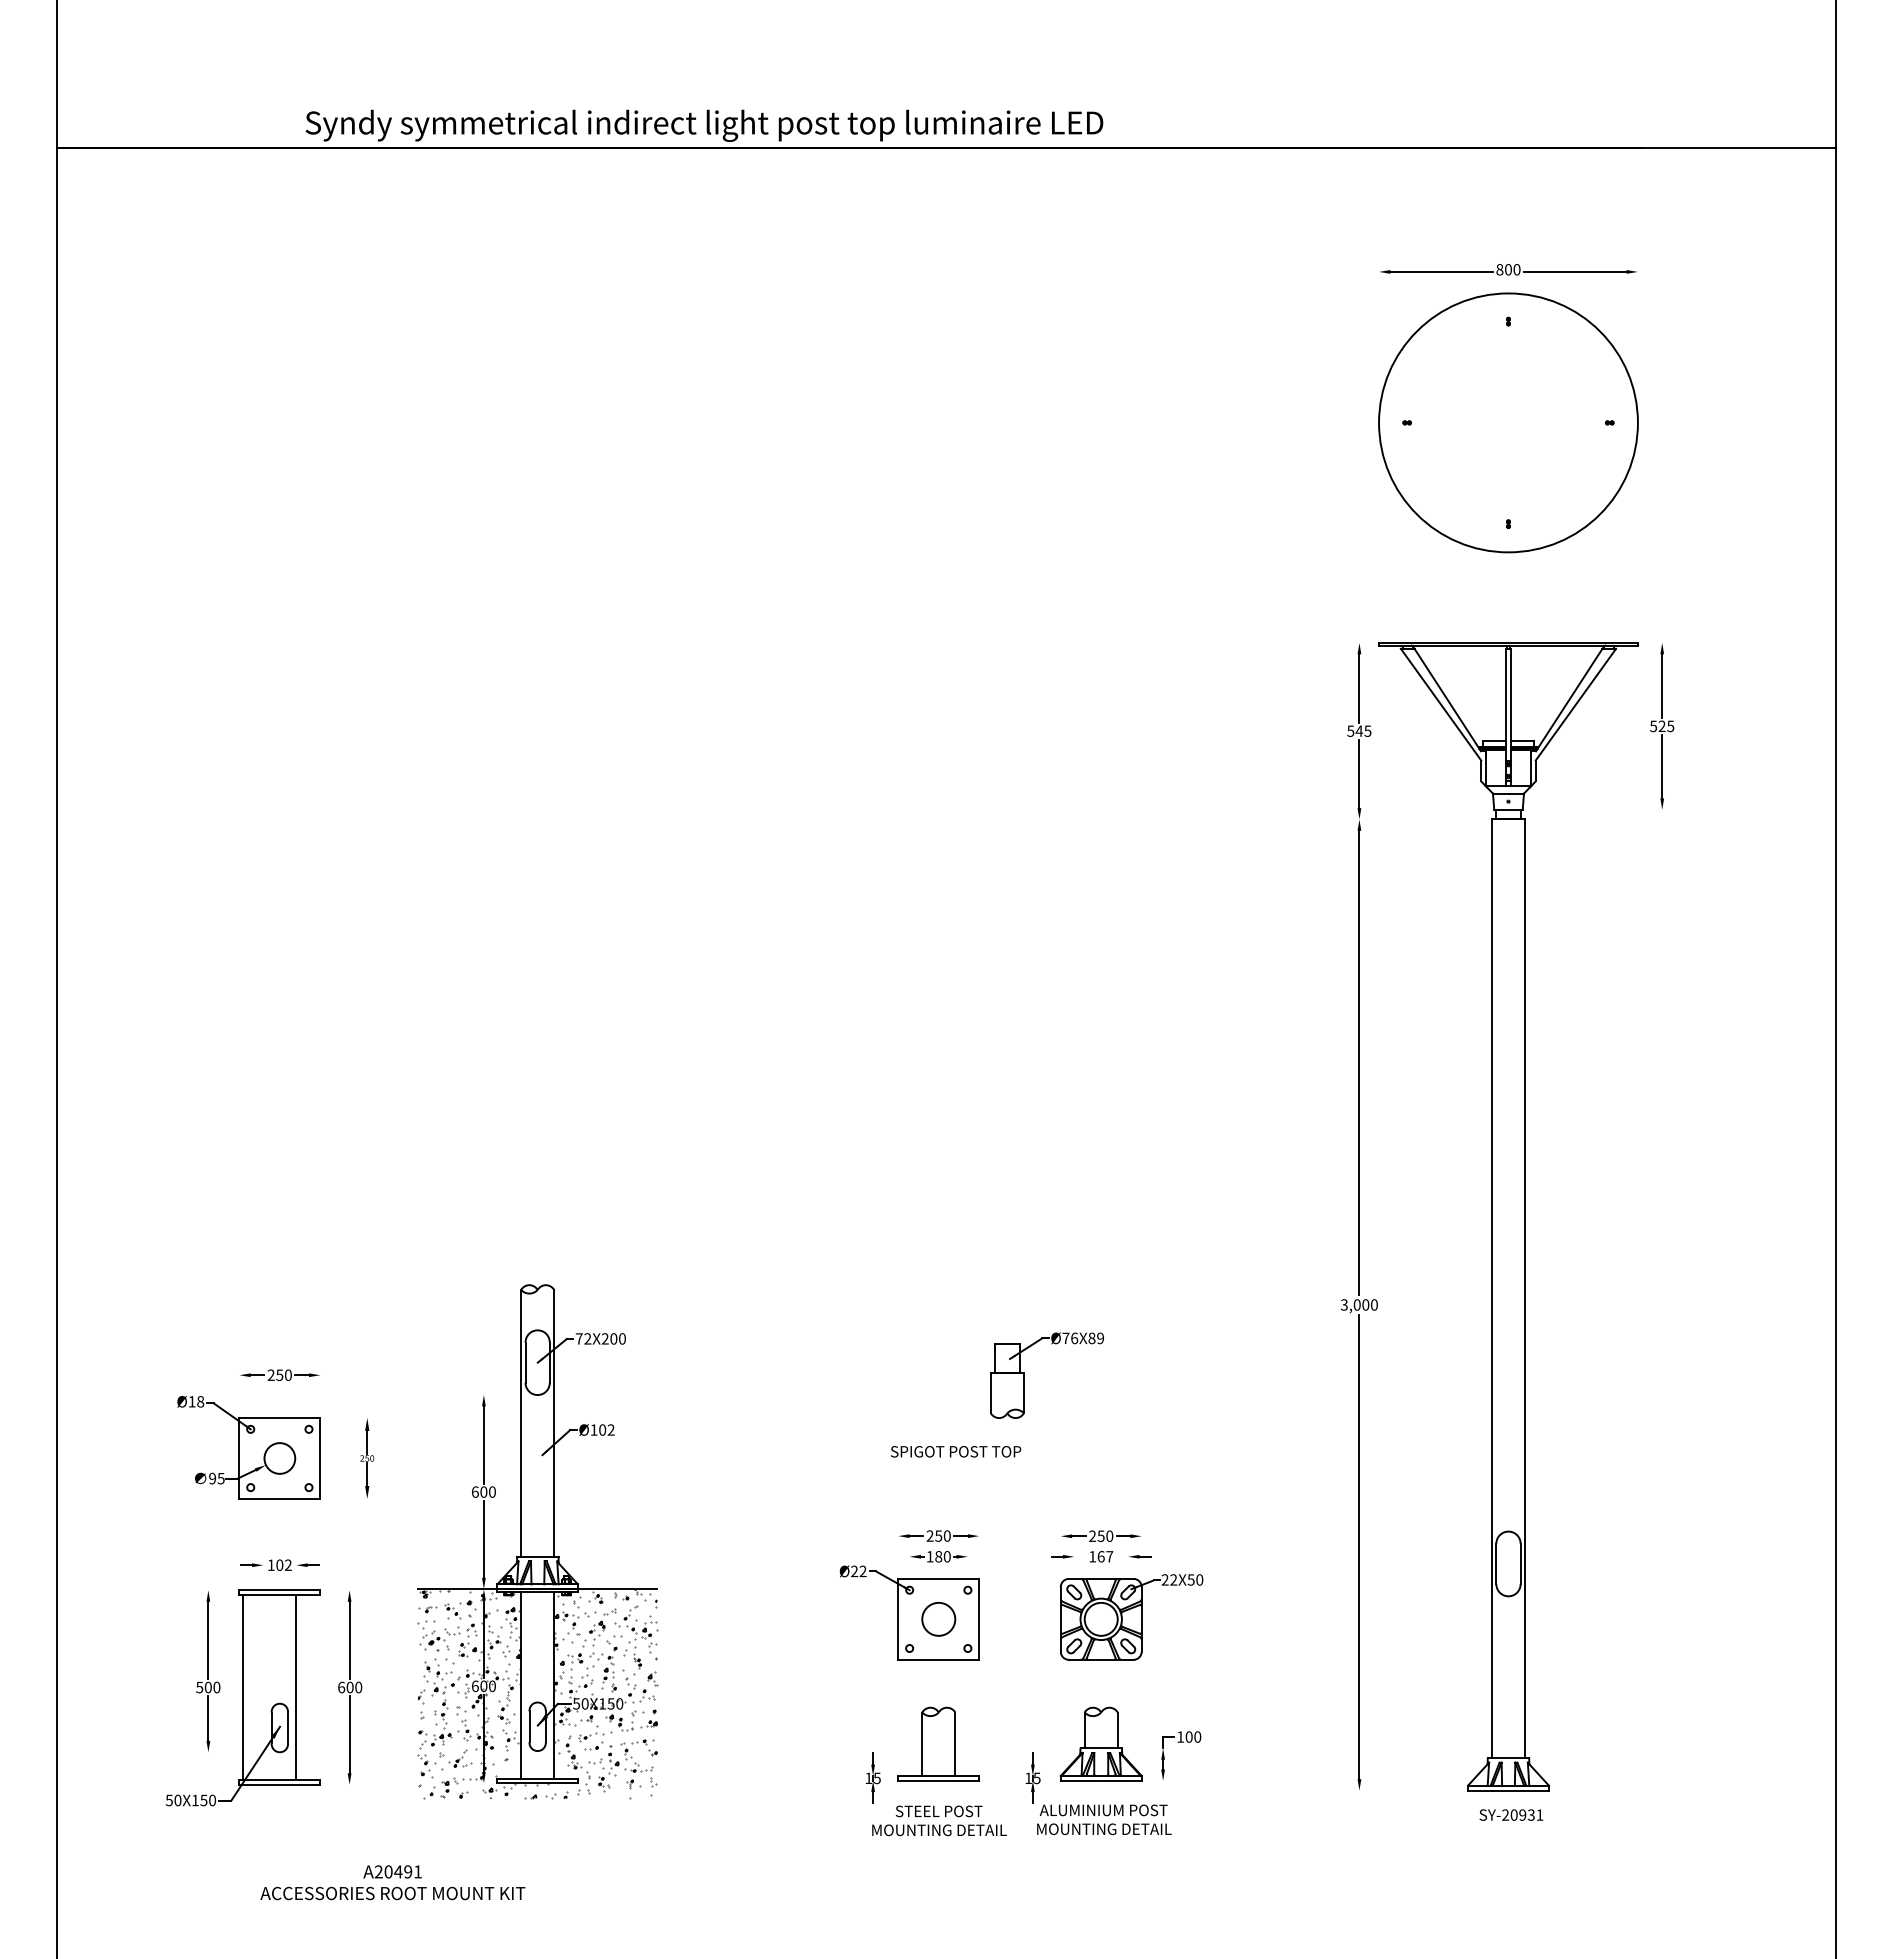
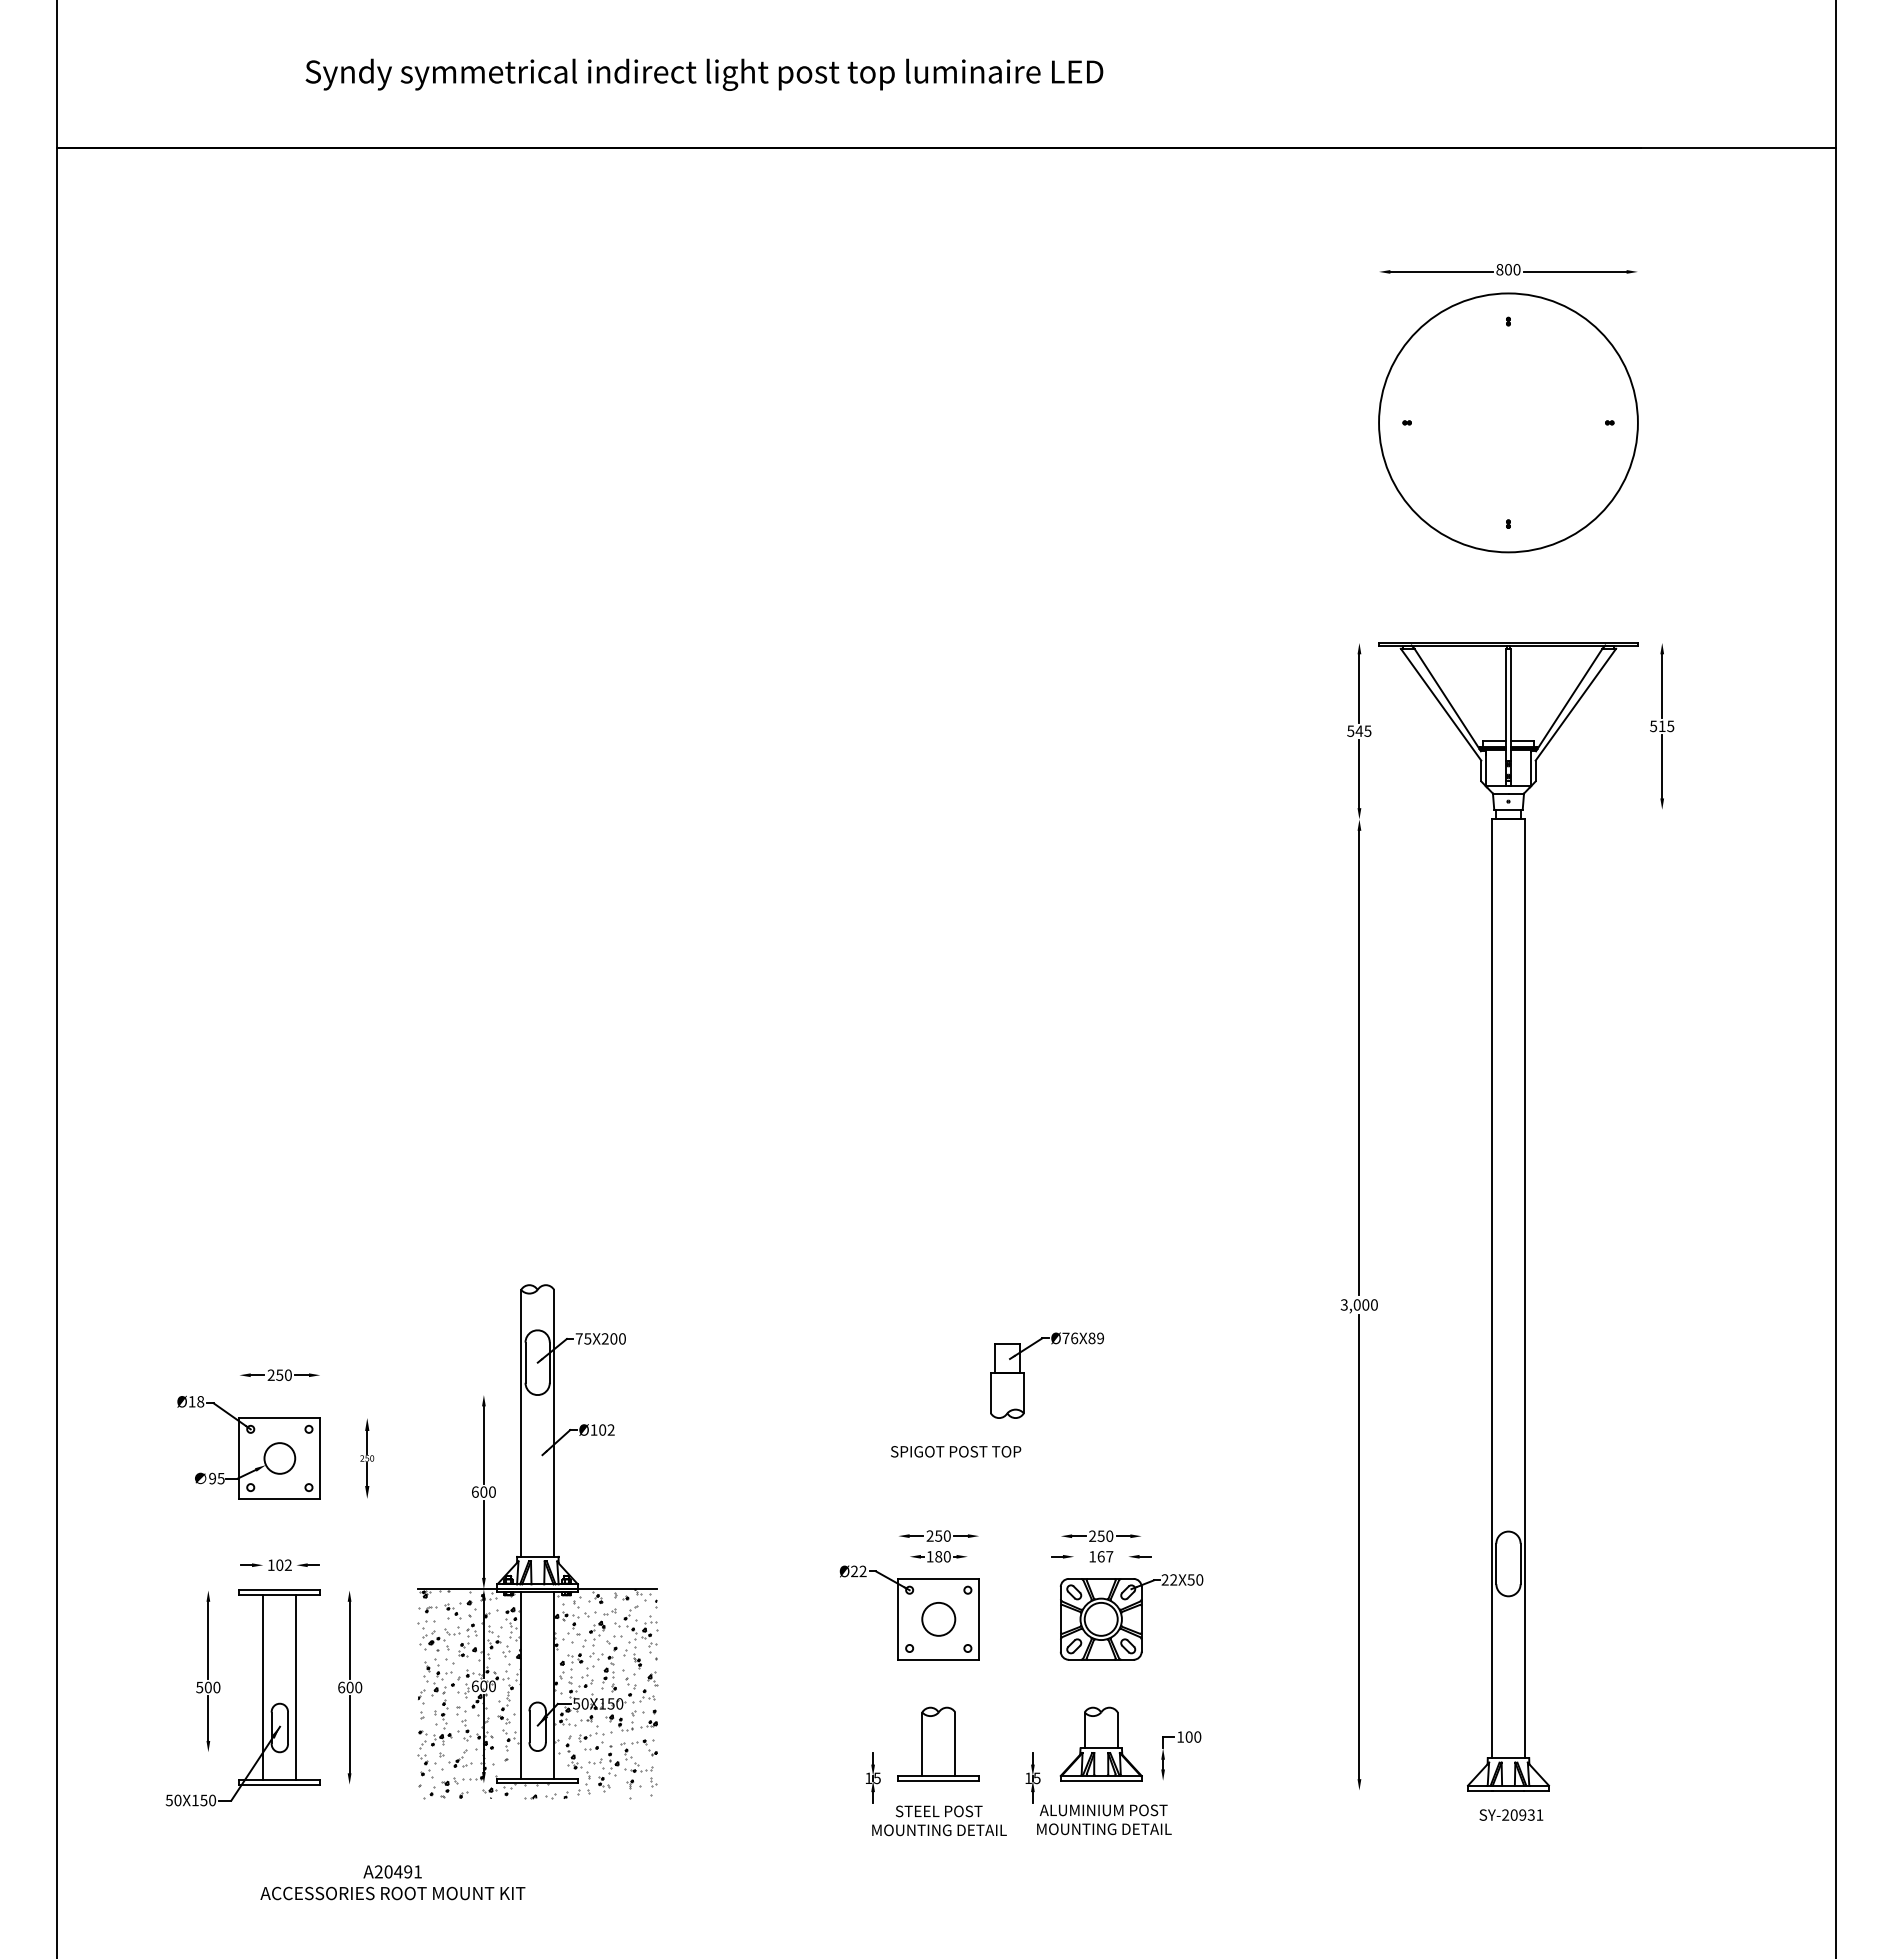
text at (704, 125) position: (704, 125) -> (704, 74)
text at (1661, 725): 525 -> 515
text at (587, 1338): 72X200 -> 75X200
line at (243, 1687) position: (243, 1687) -> (263, 1687)
